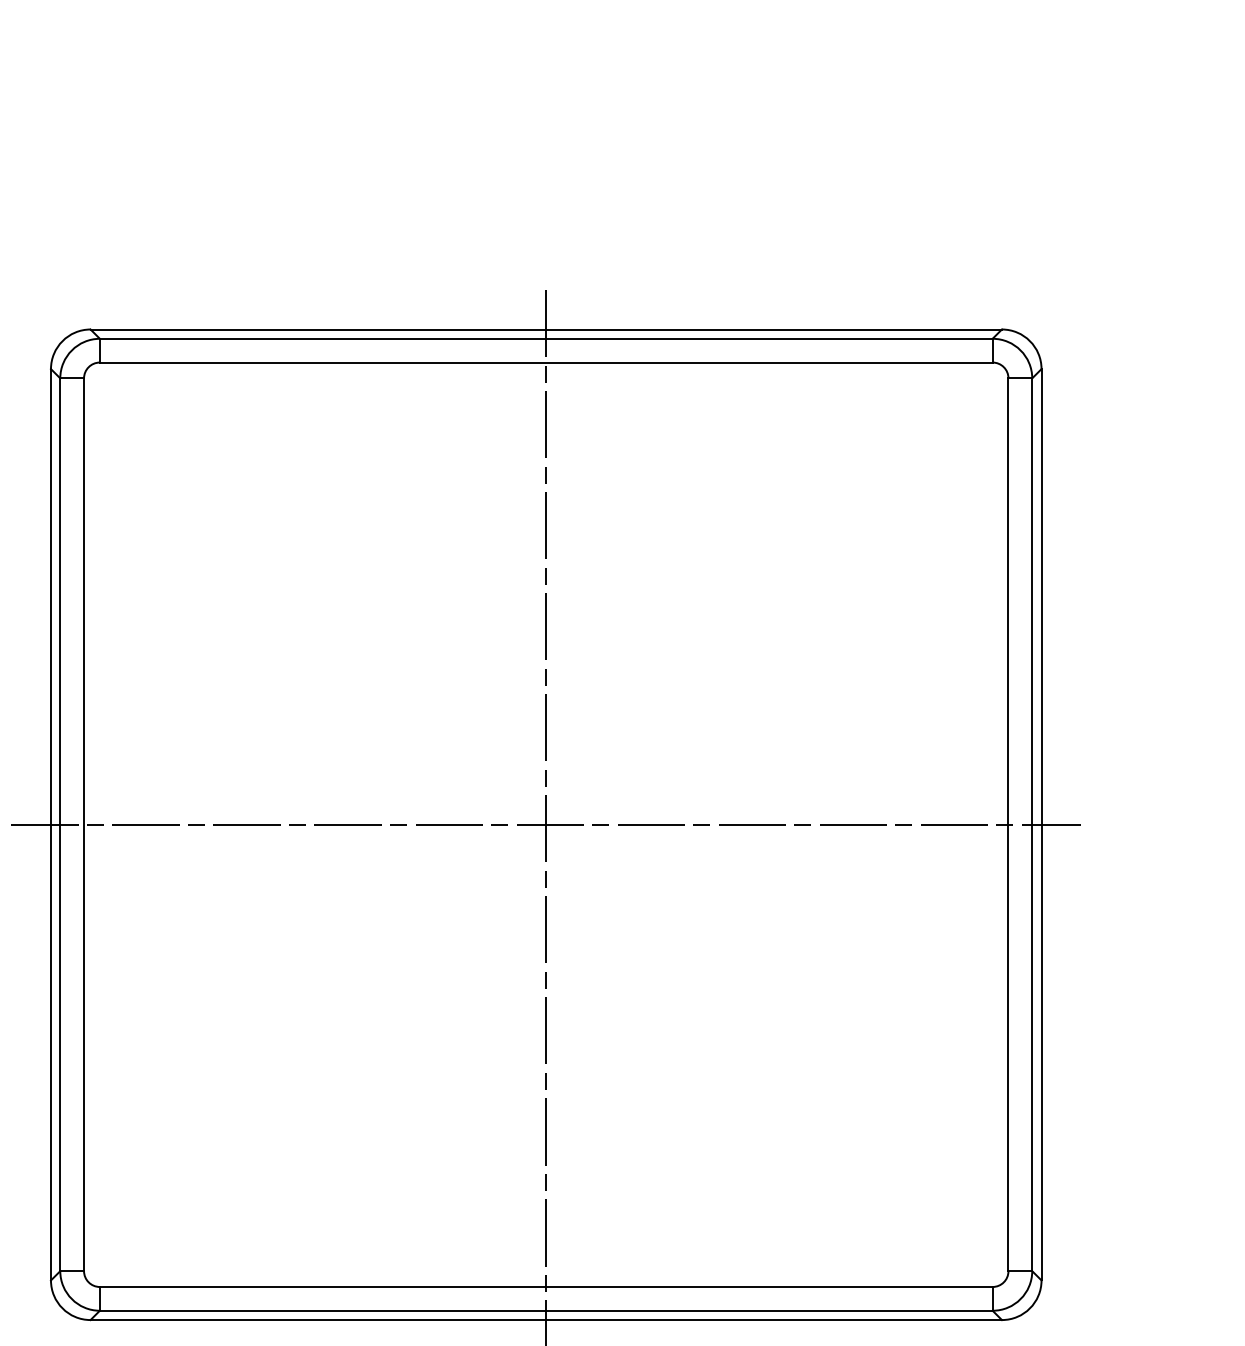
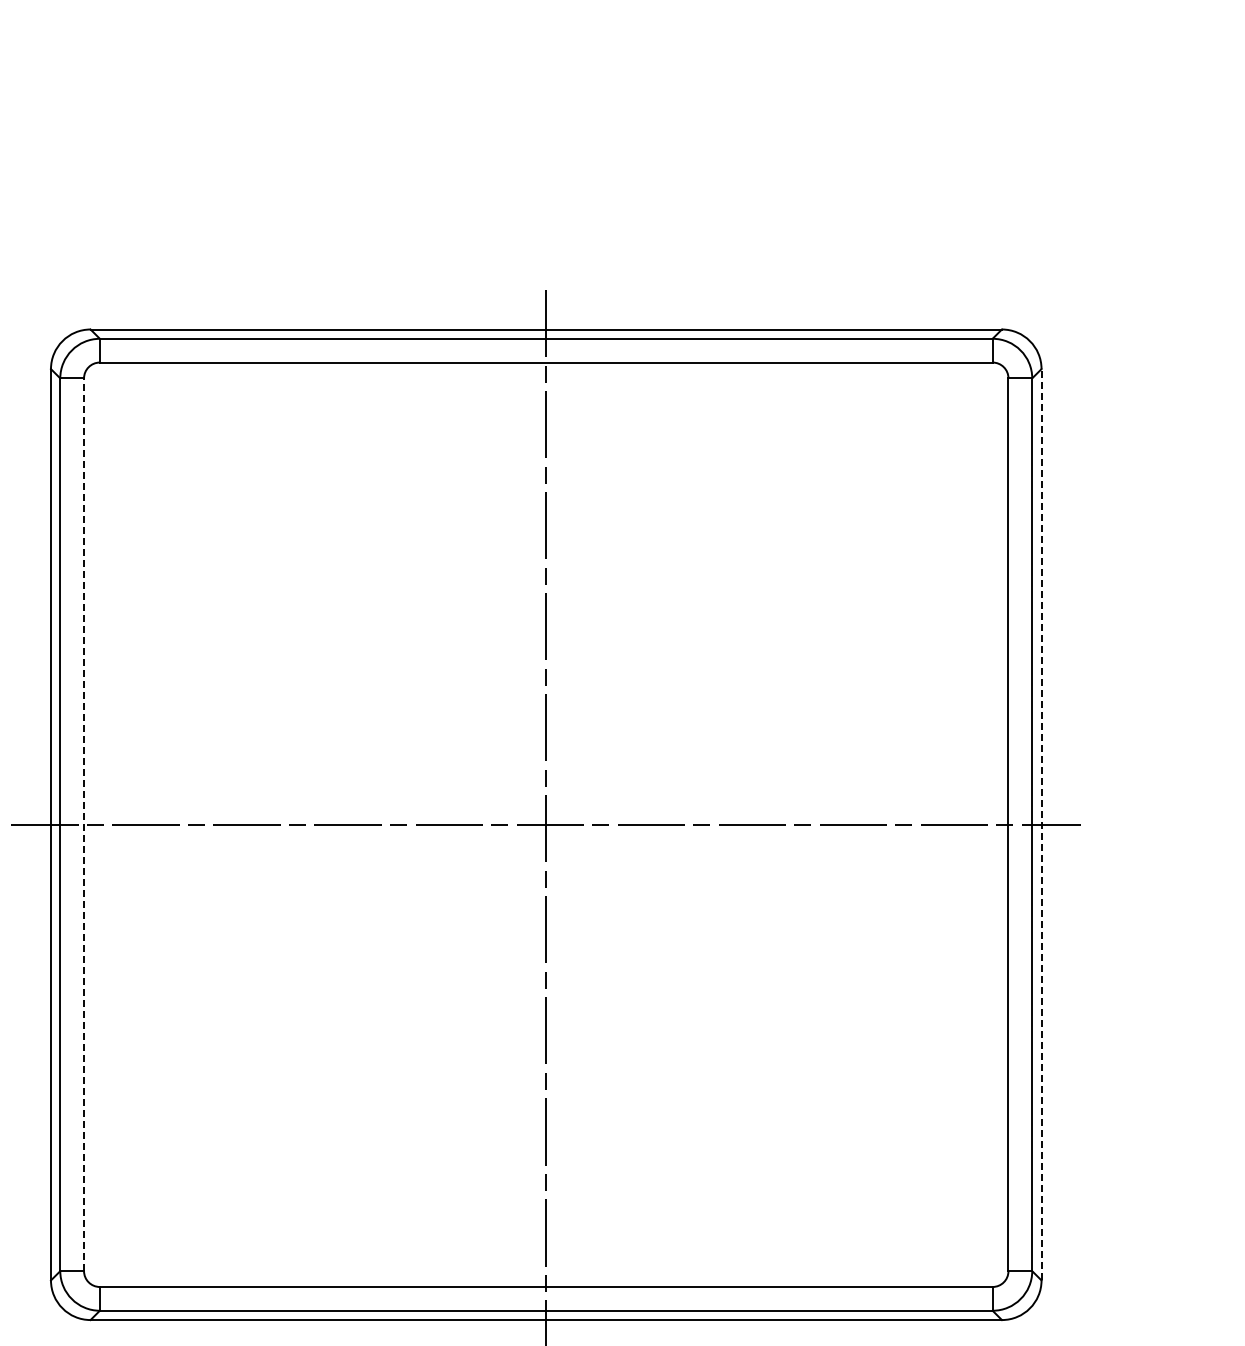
line at (84, 824): solid -> dashed
line at (1041, 824): solid -> dashed
